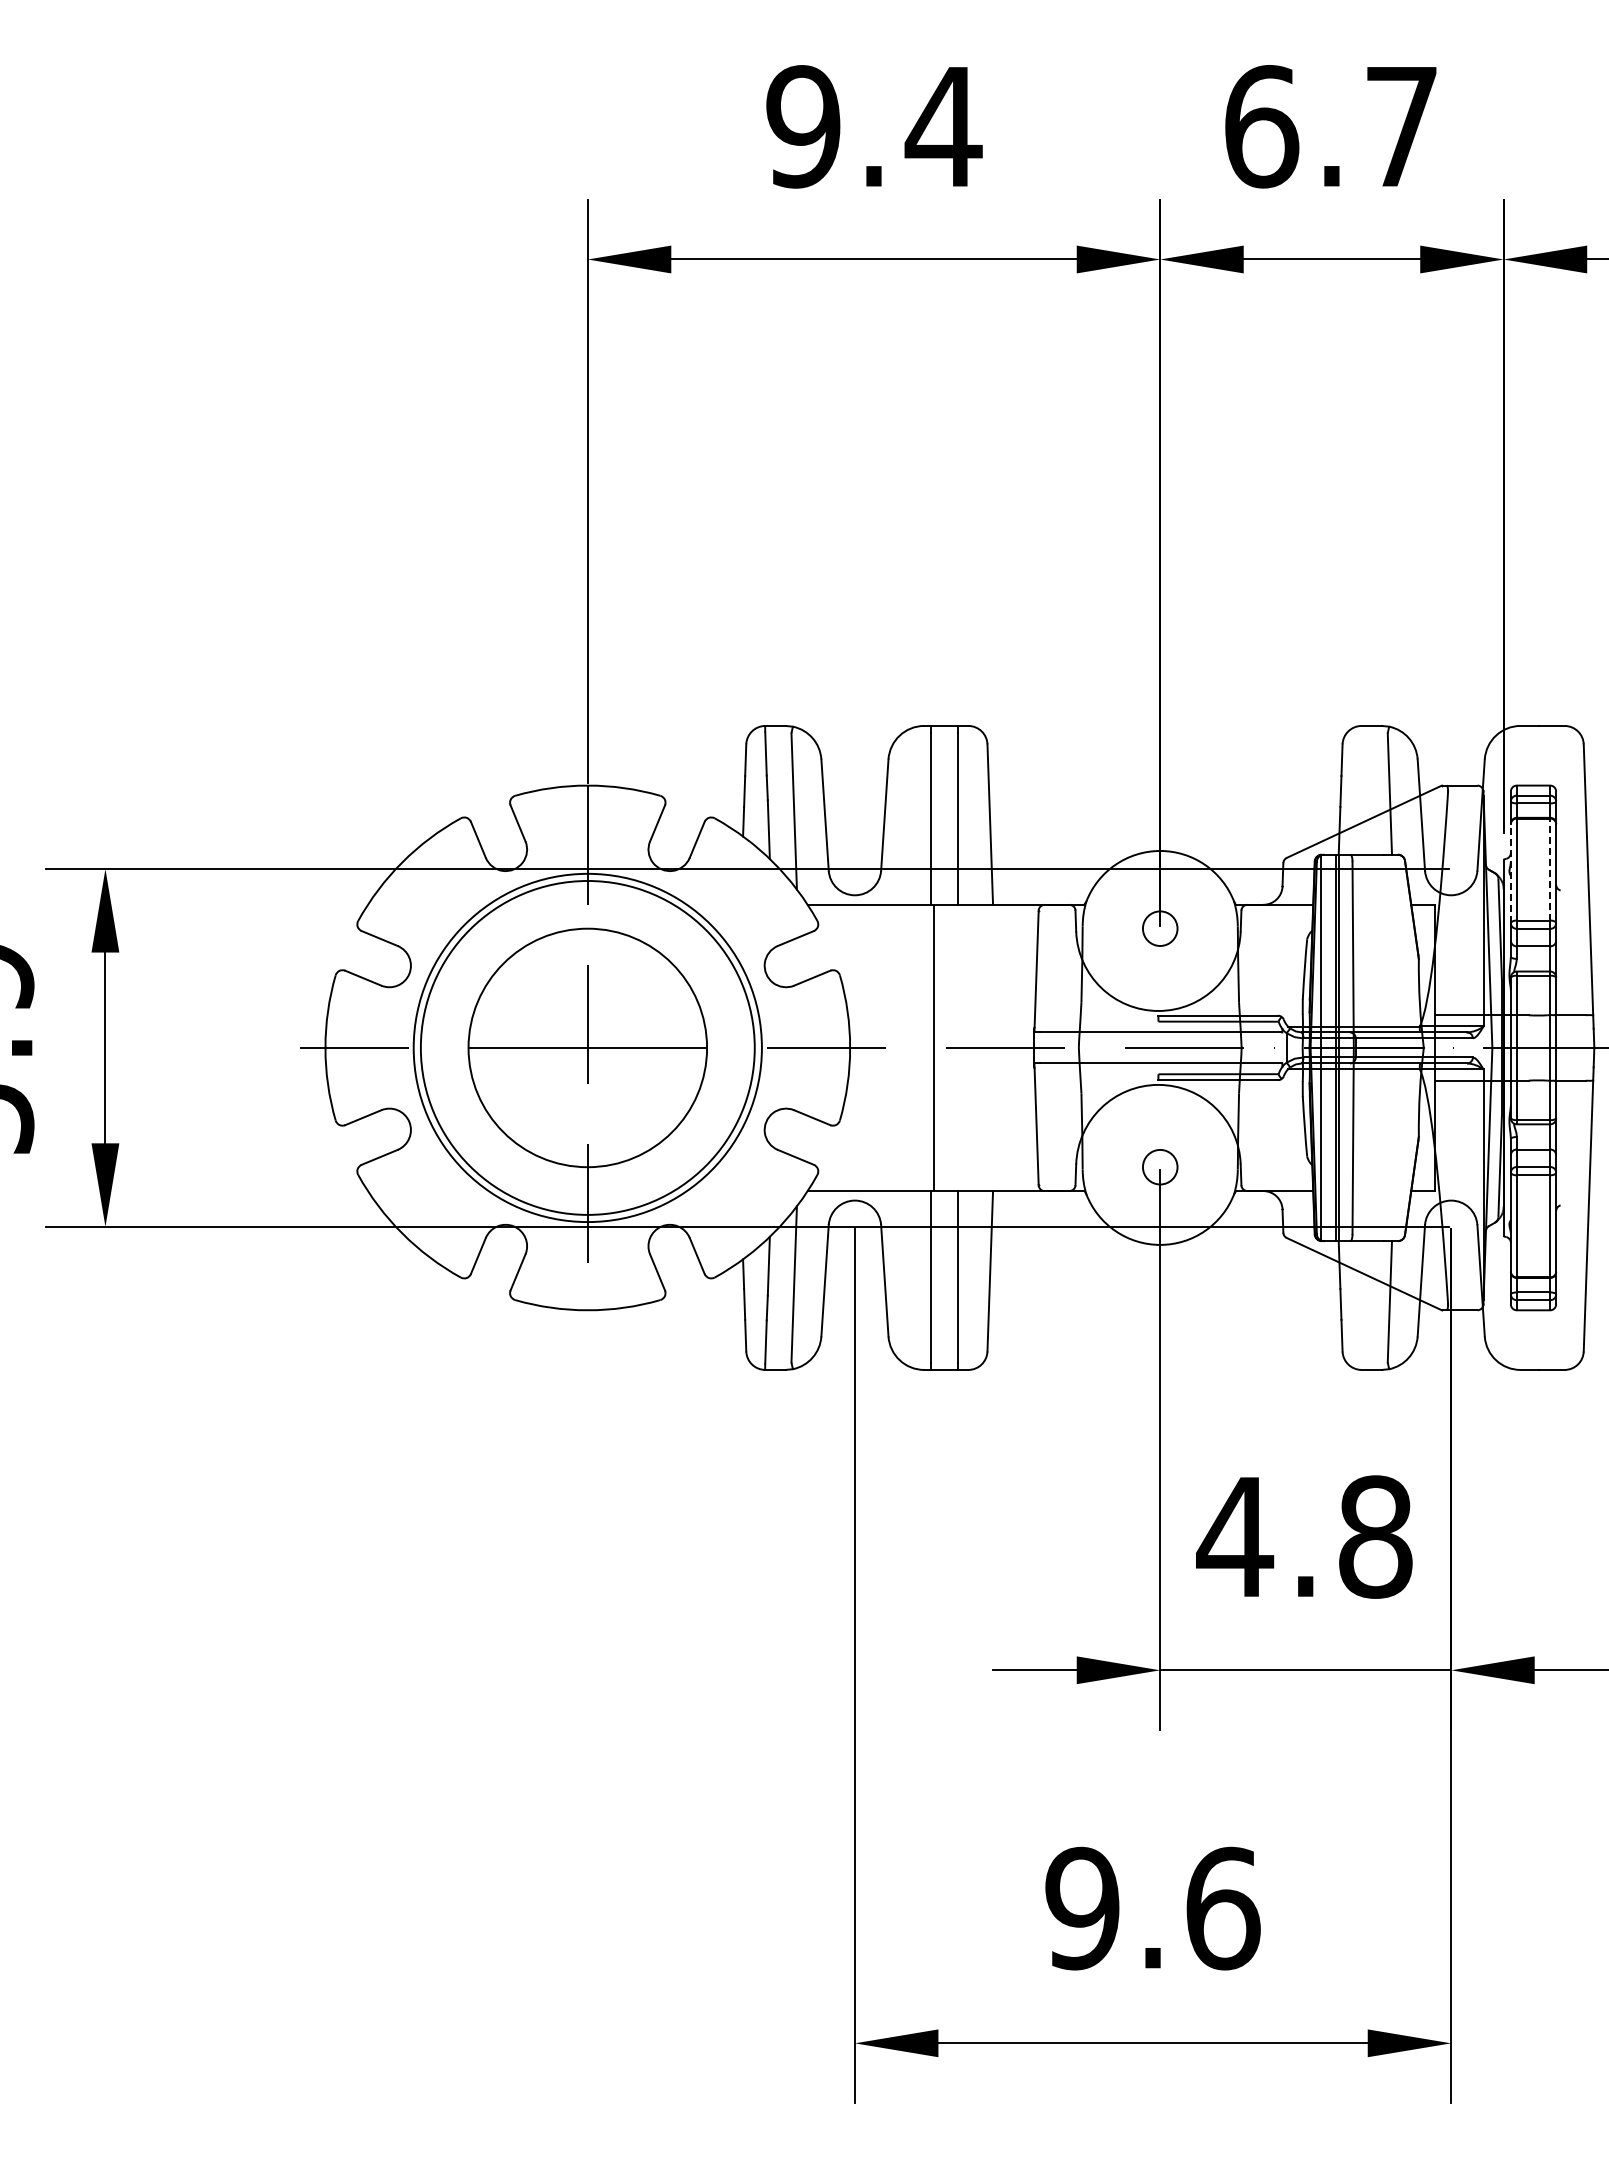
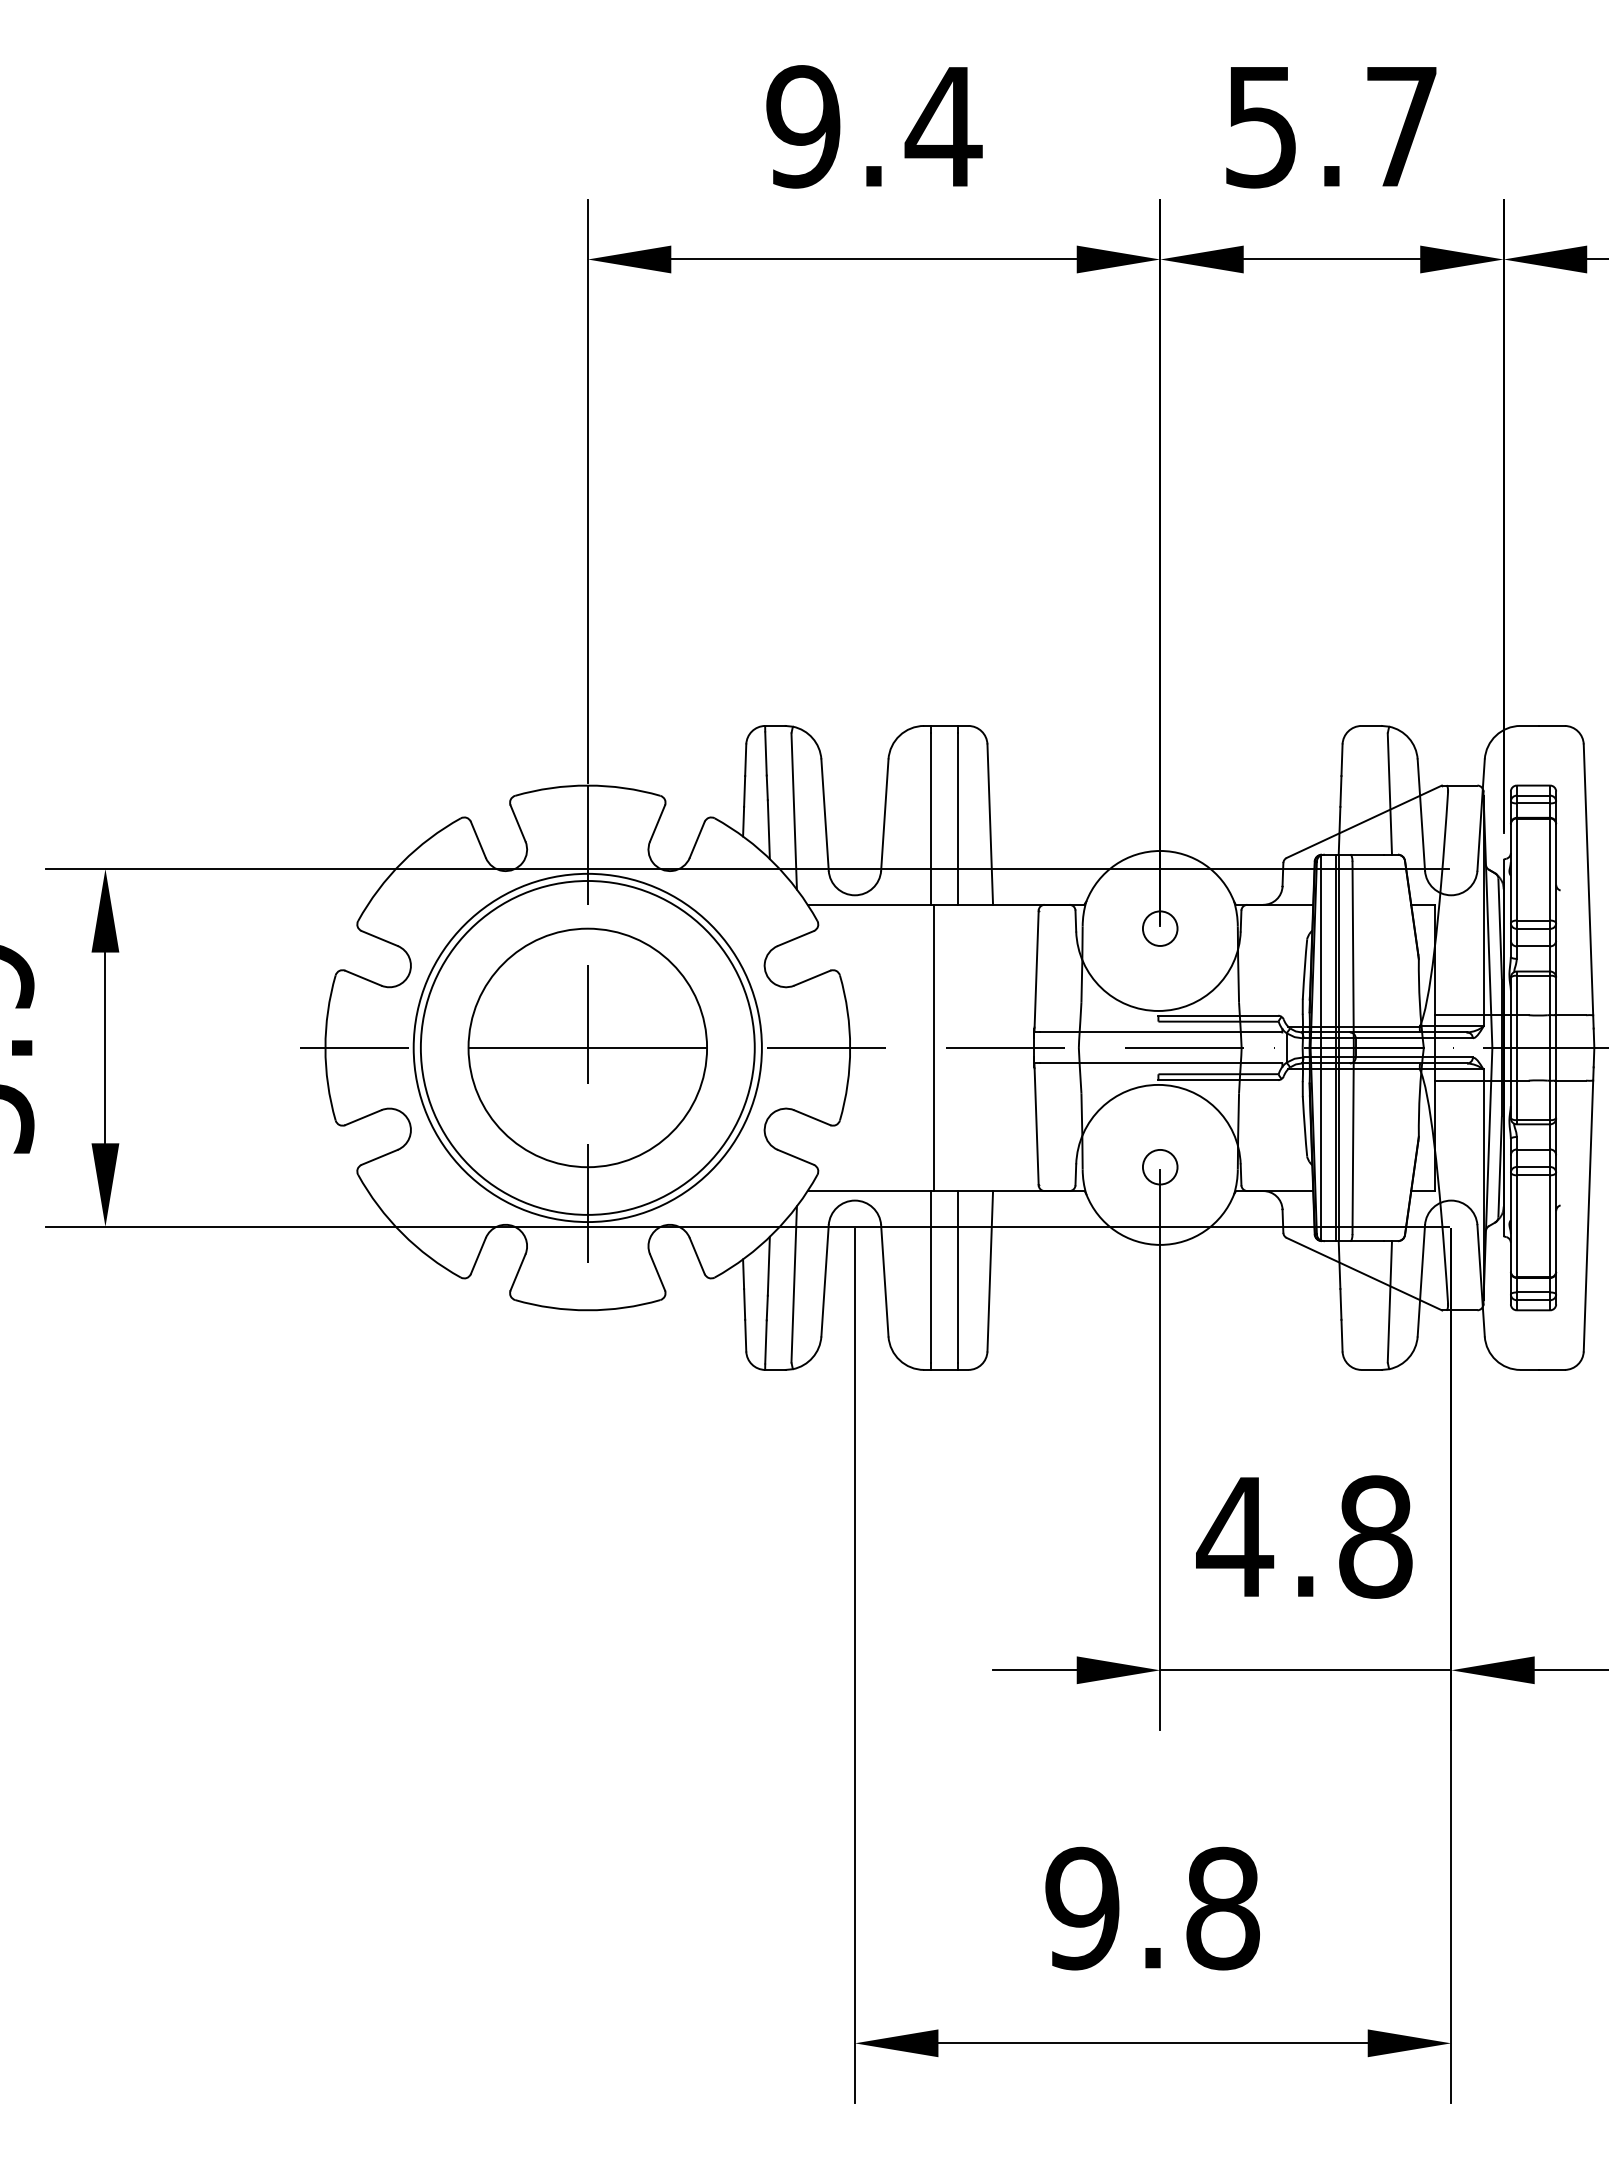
text at (1262, 126): 6.7 -> 5.7
line at (1550, 869): dashed -> solid
line at (1510, 873): dashed -> solid
text at (1223, 1908): 9.6 -> 9.8
